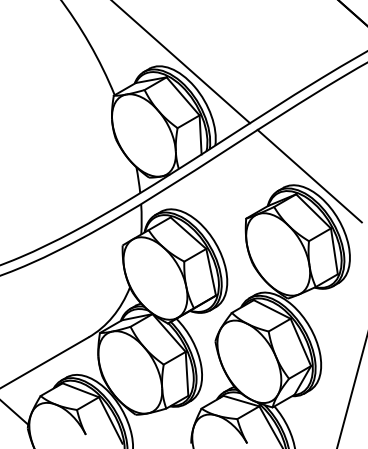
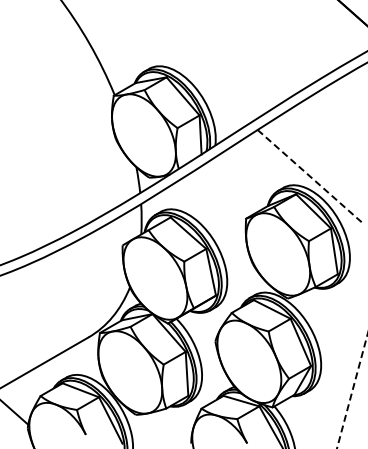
line at (181, 62): present -> none
line at (309, 176): solid -> dashed
line at (352, 391): solid -> dashed
